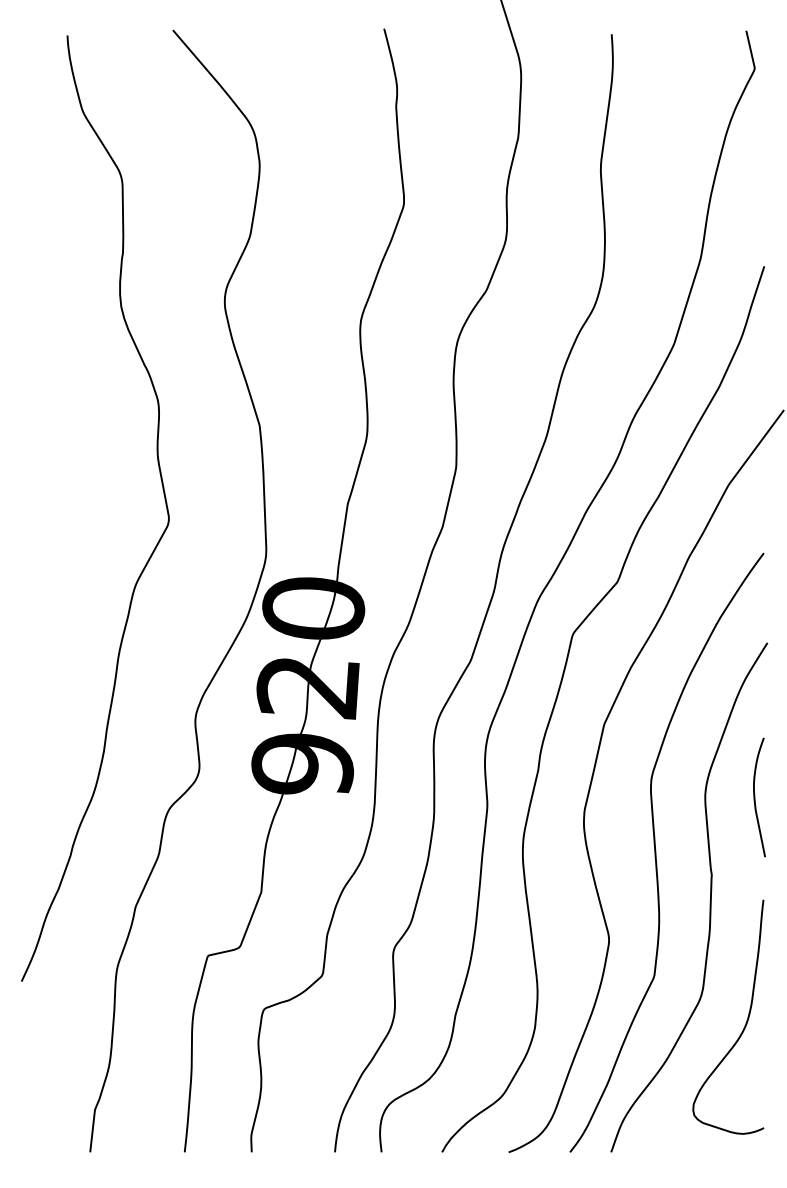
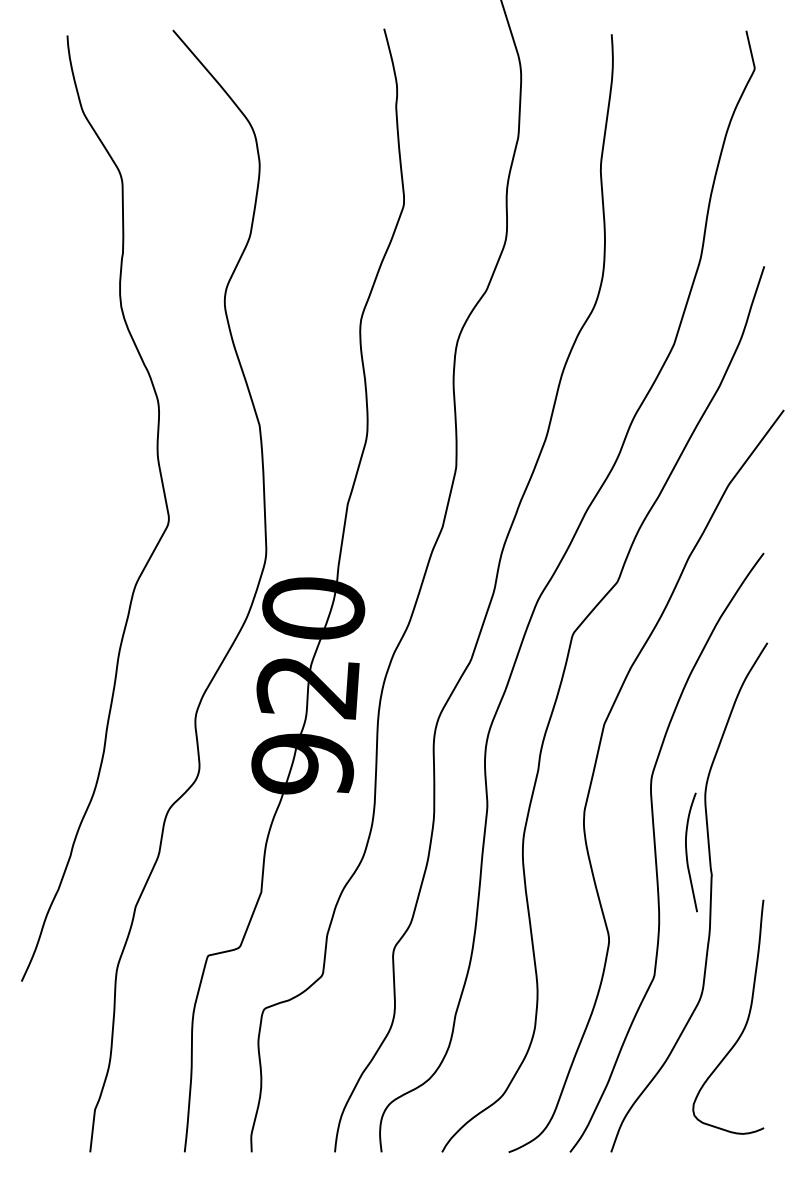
curve at (755, 797) position: (755, 797) -> (687, 852)
